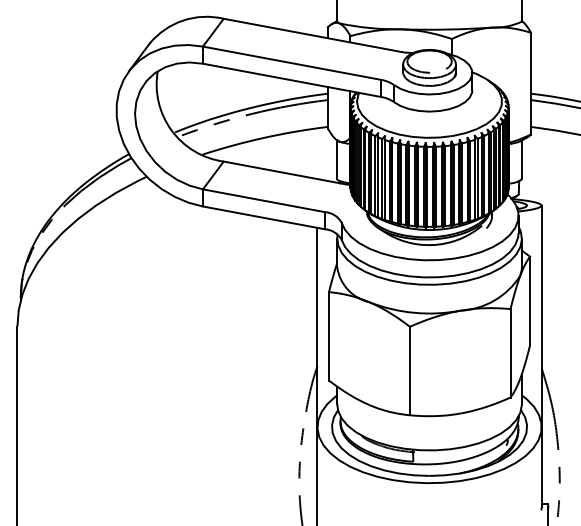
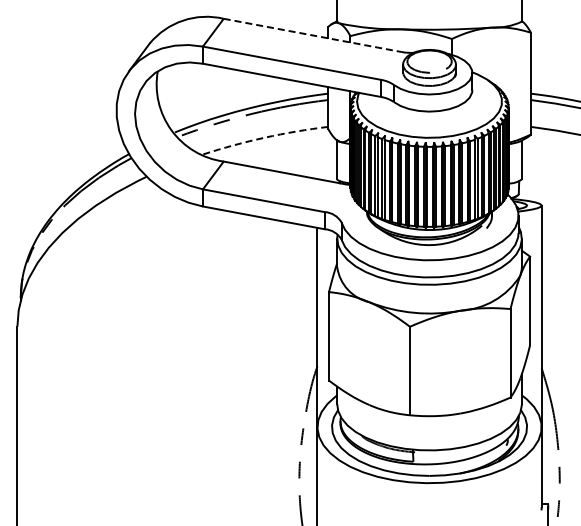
line at (312, 35): solid -> dashed
arc at (264, 137): solid -> dashed
